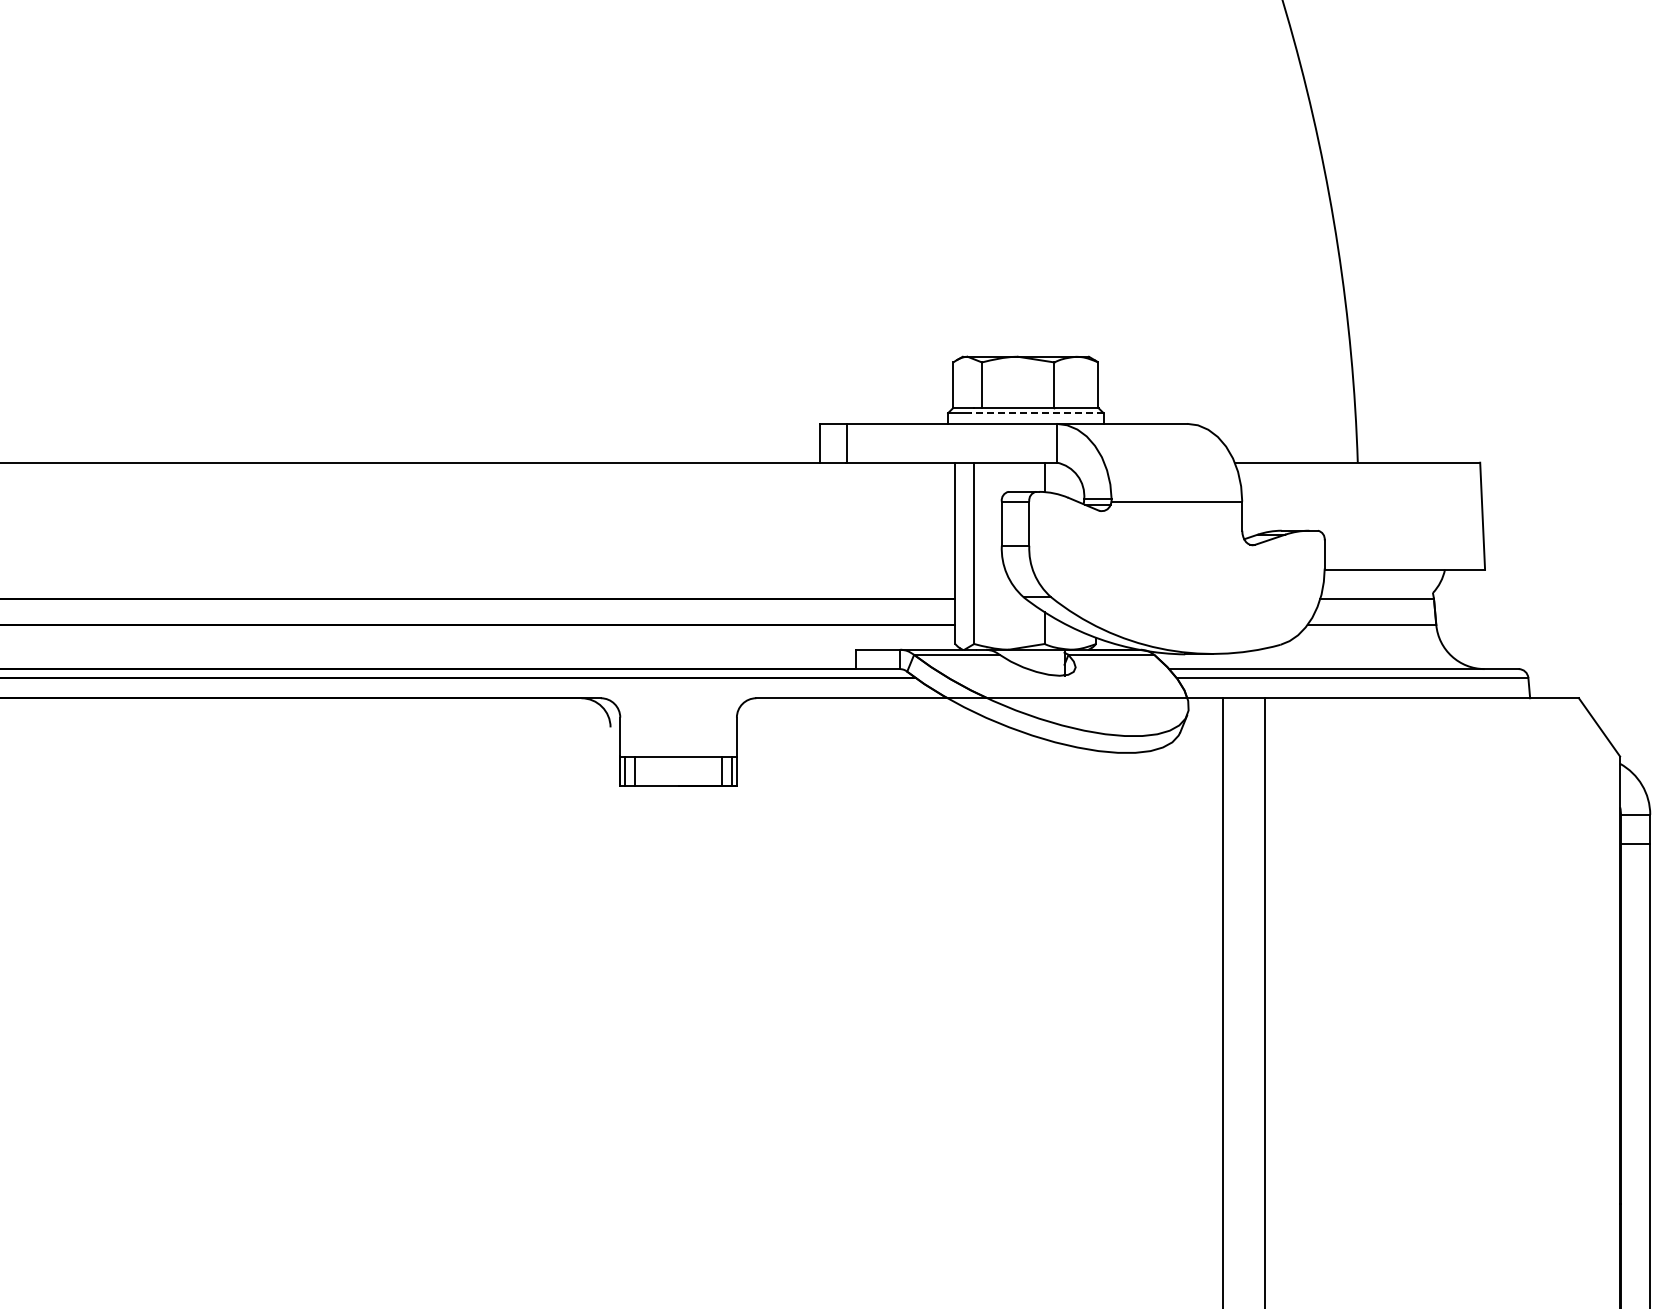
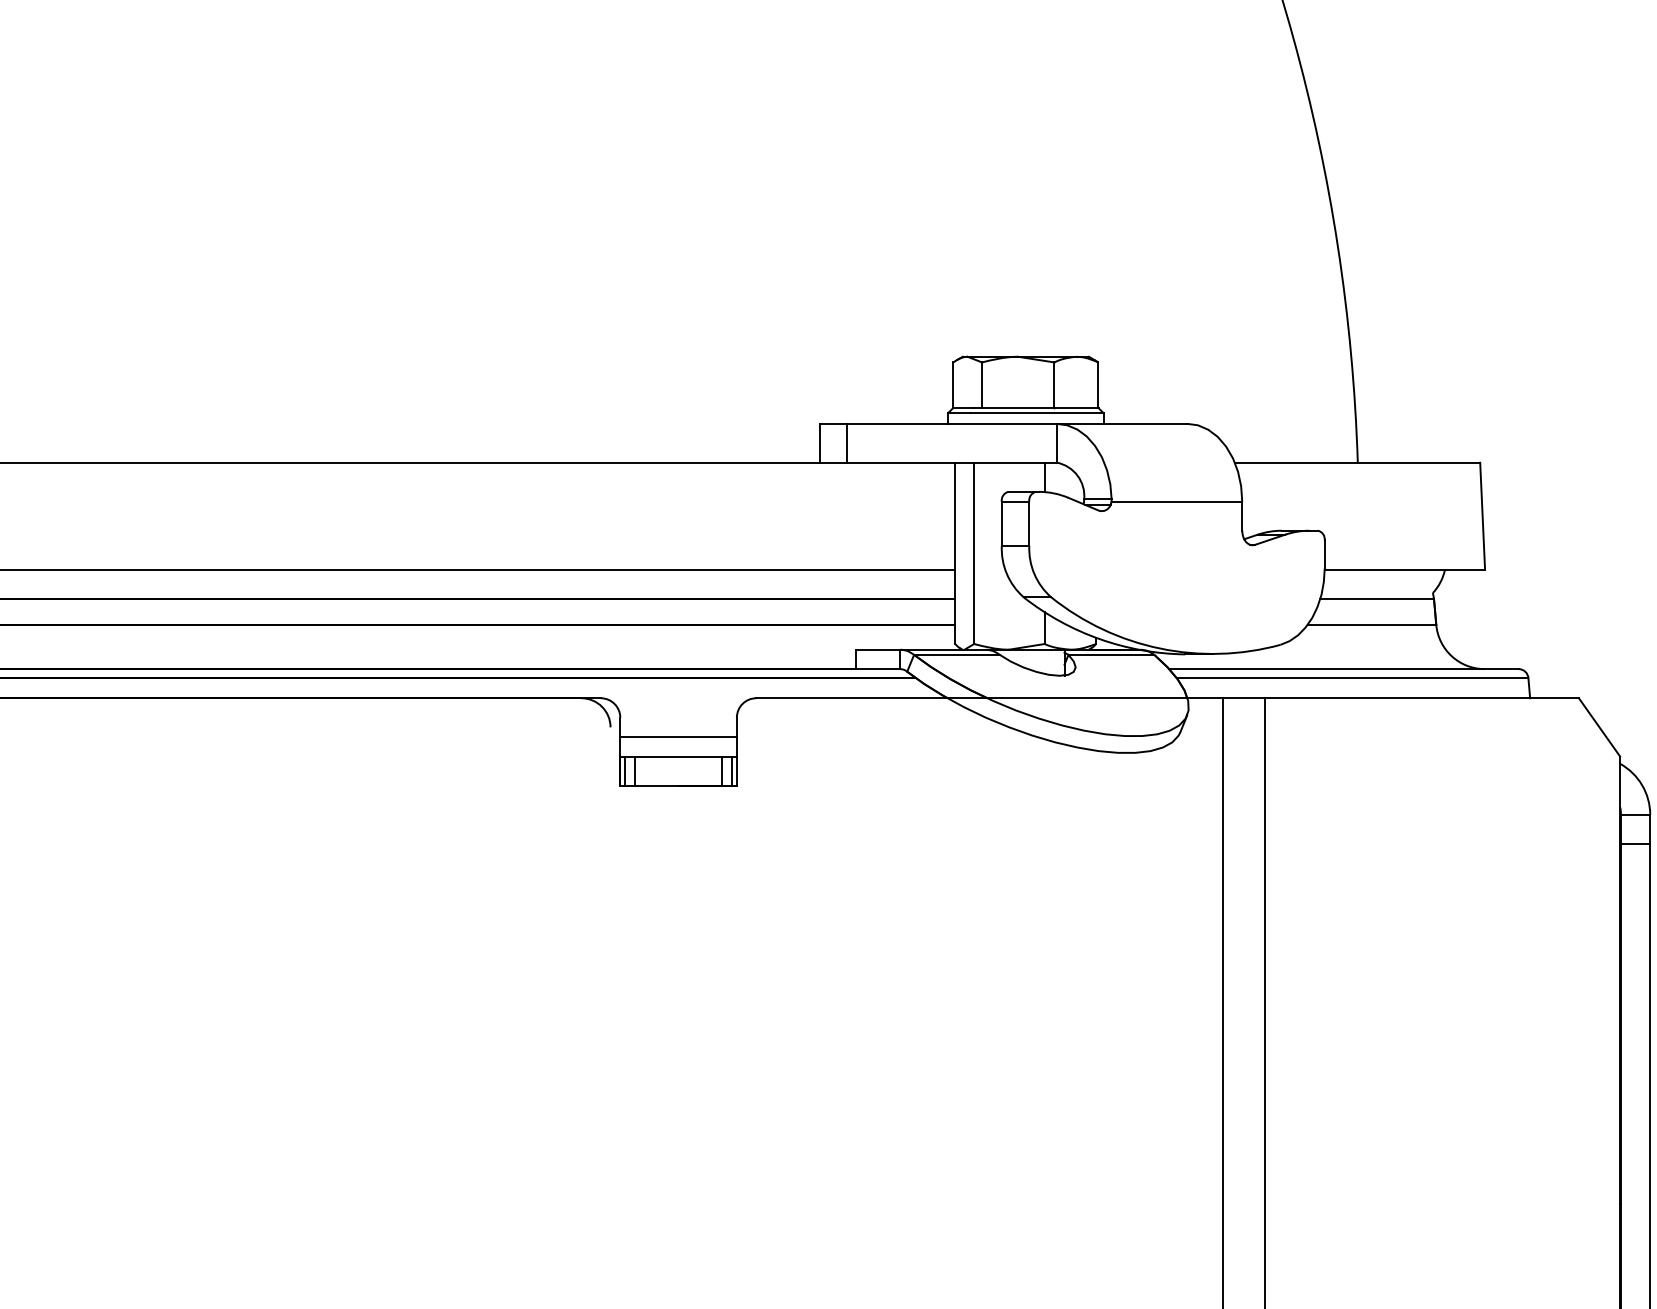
line at (1036, 413): dashed -> solid
line at (478, 569): none -> present
line at (678, 737): none -> present
